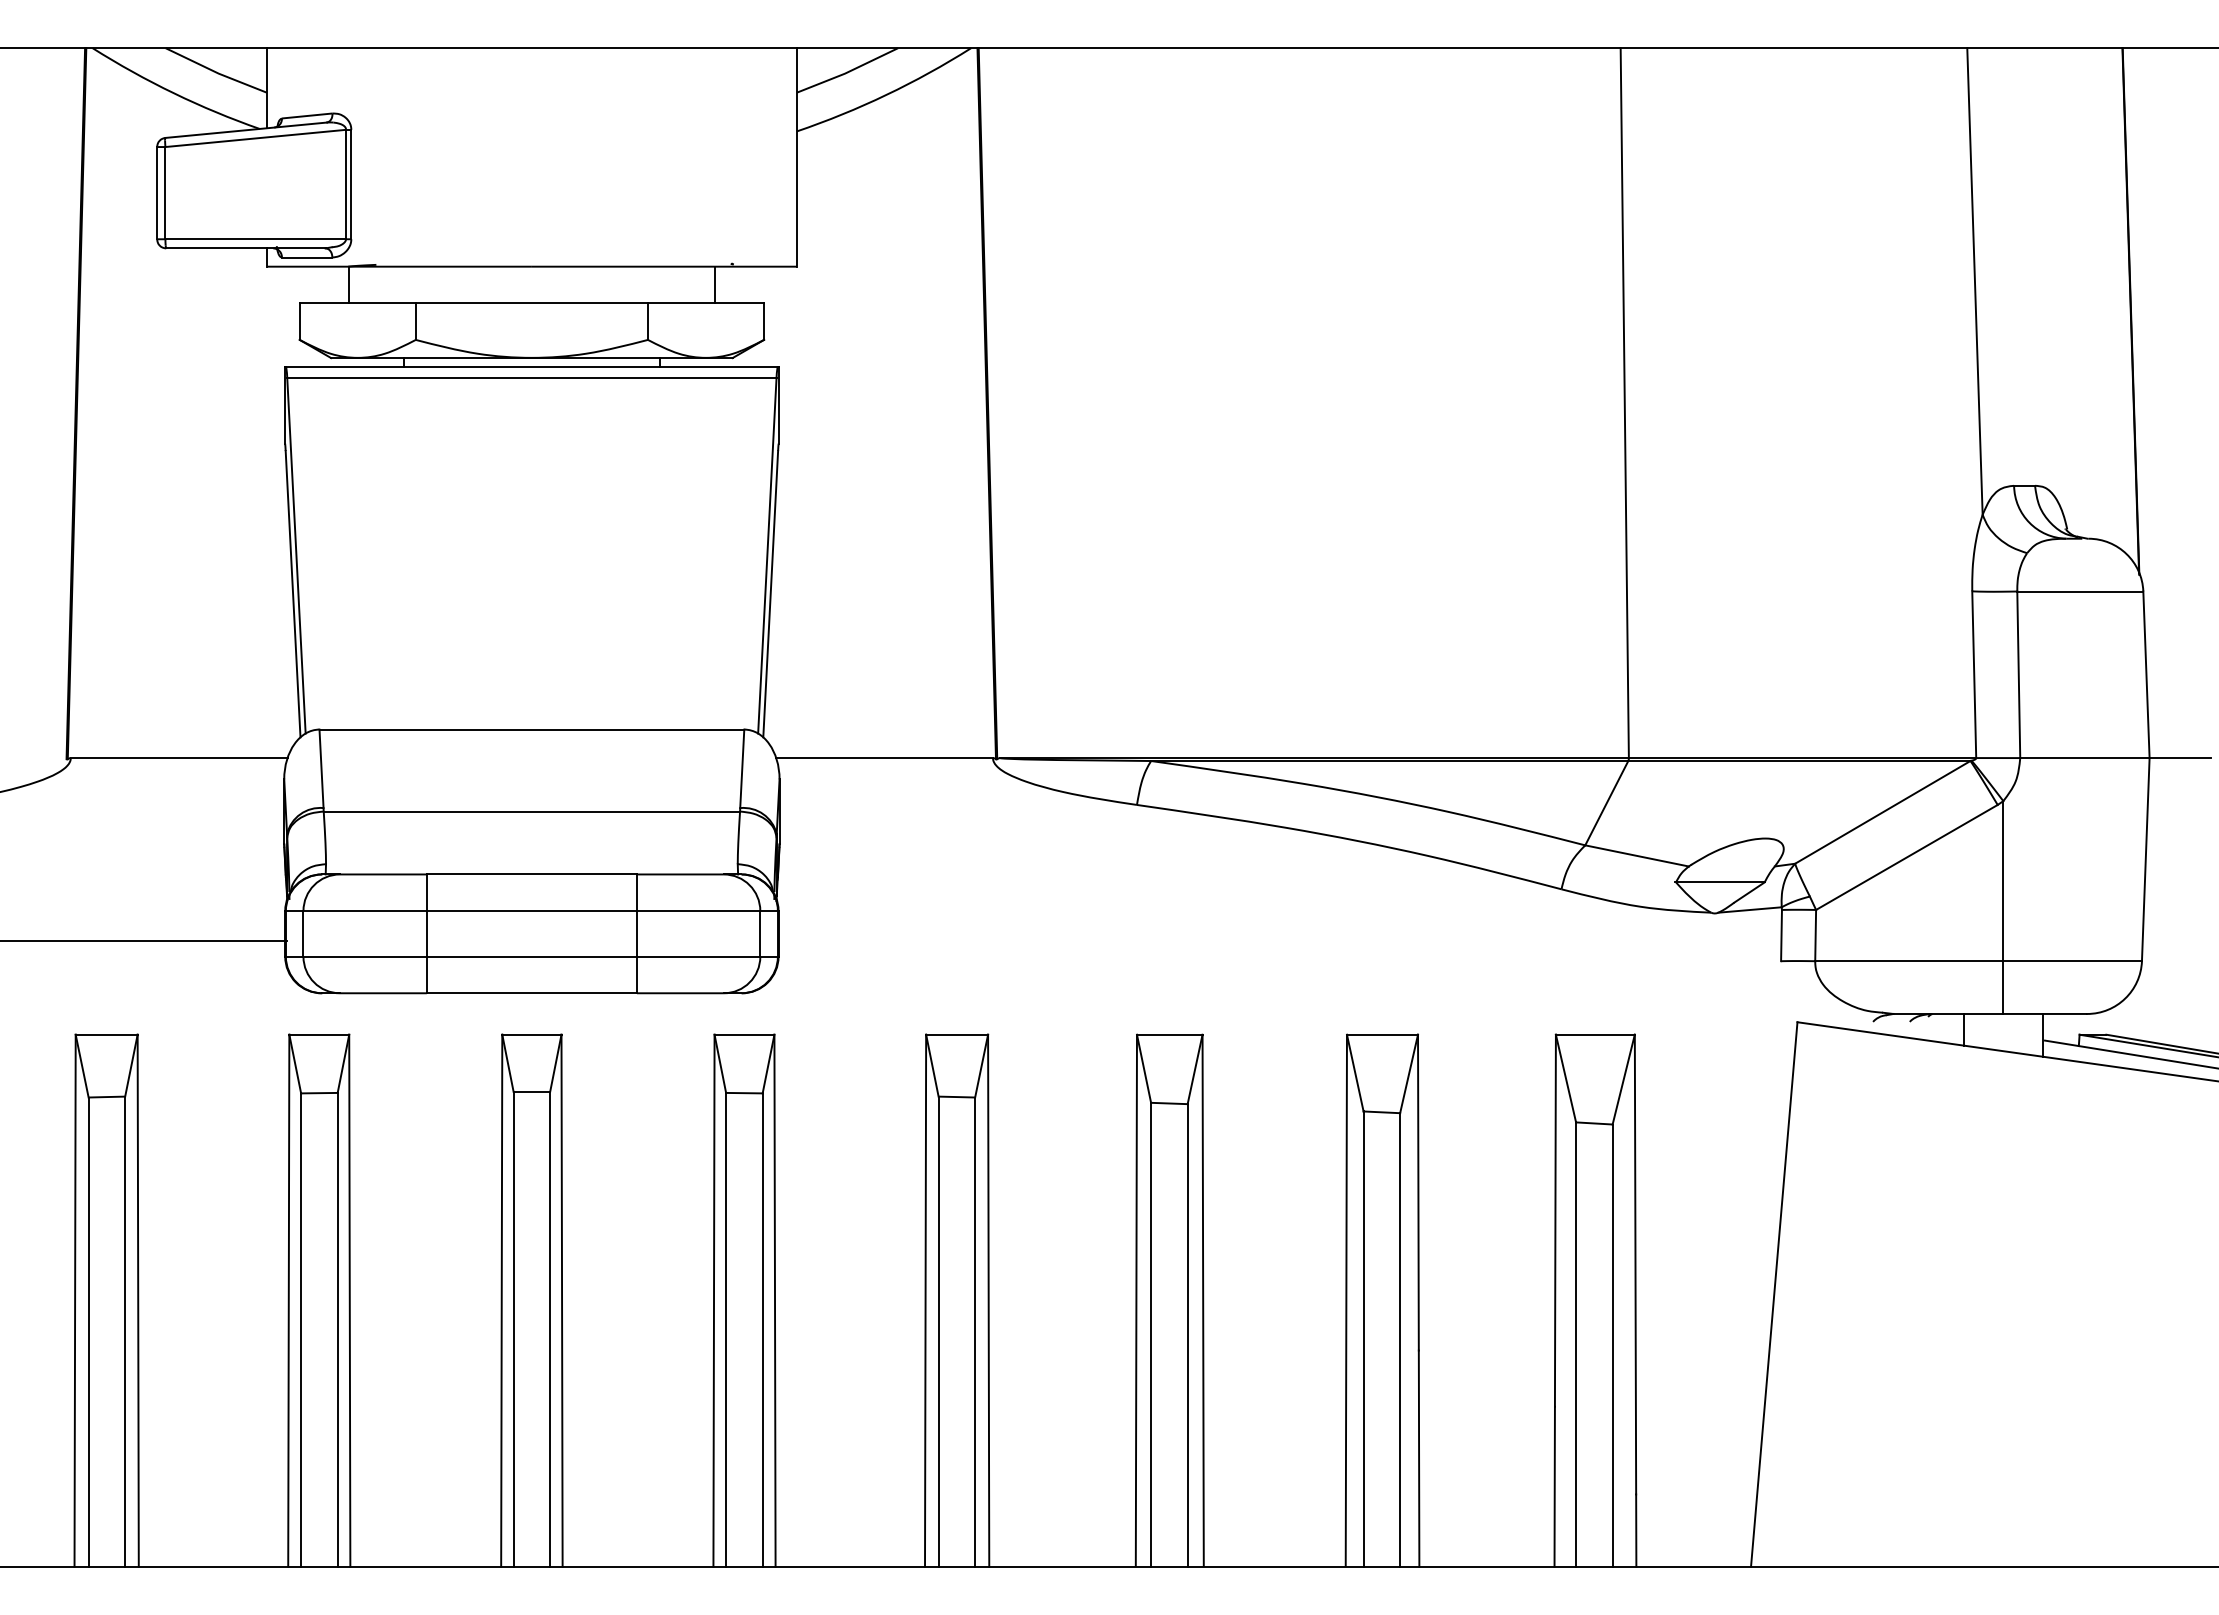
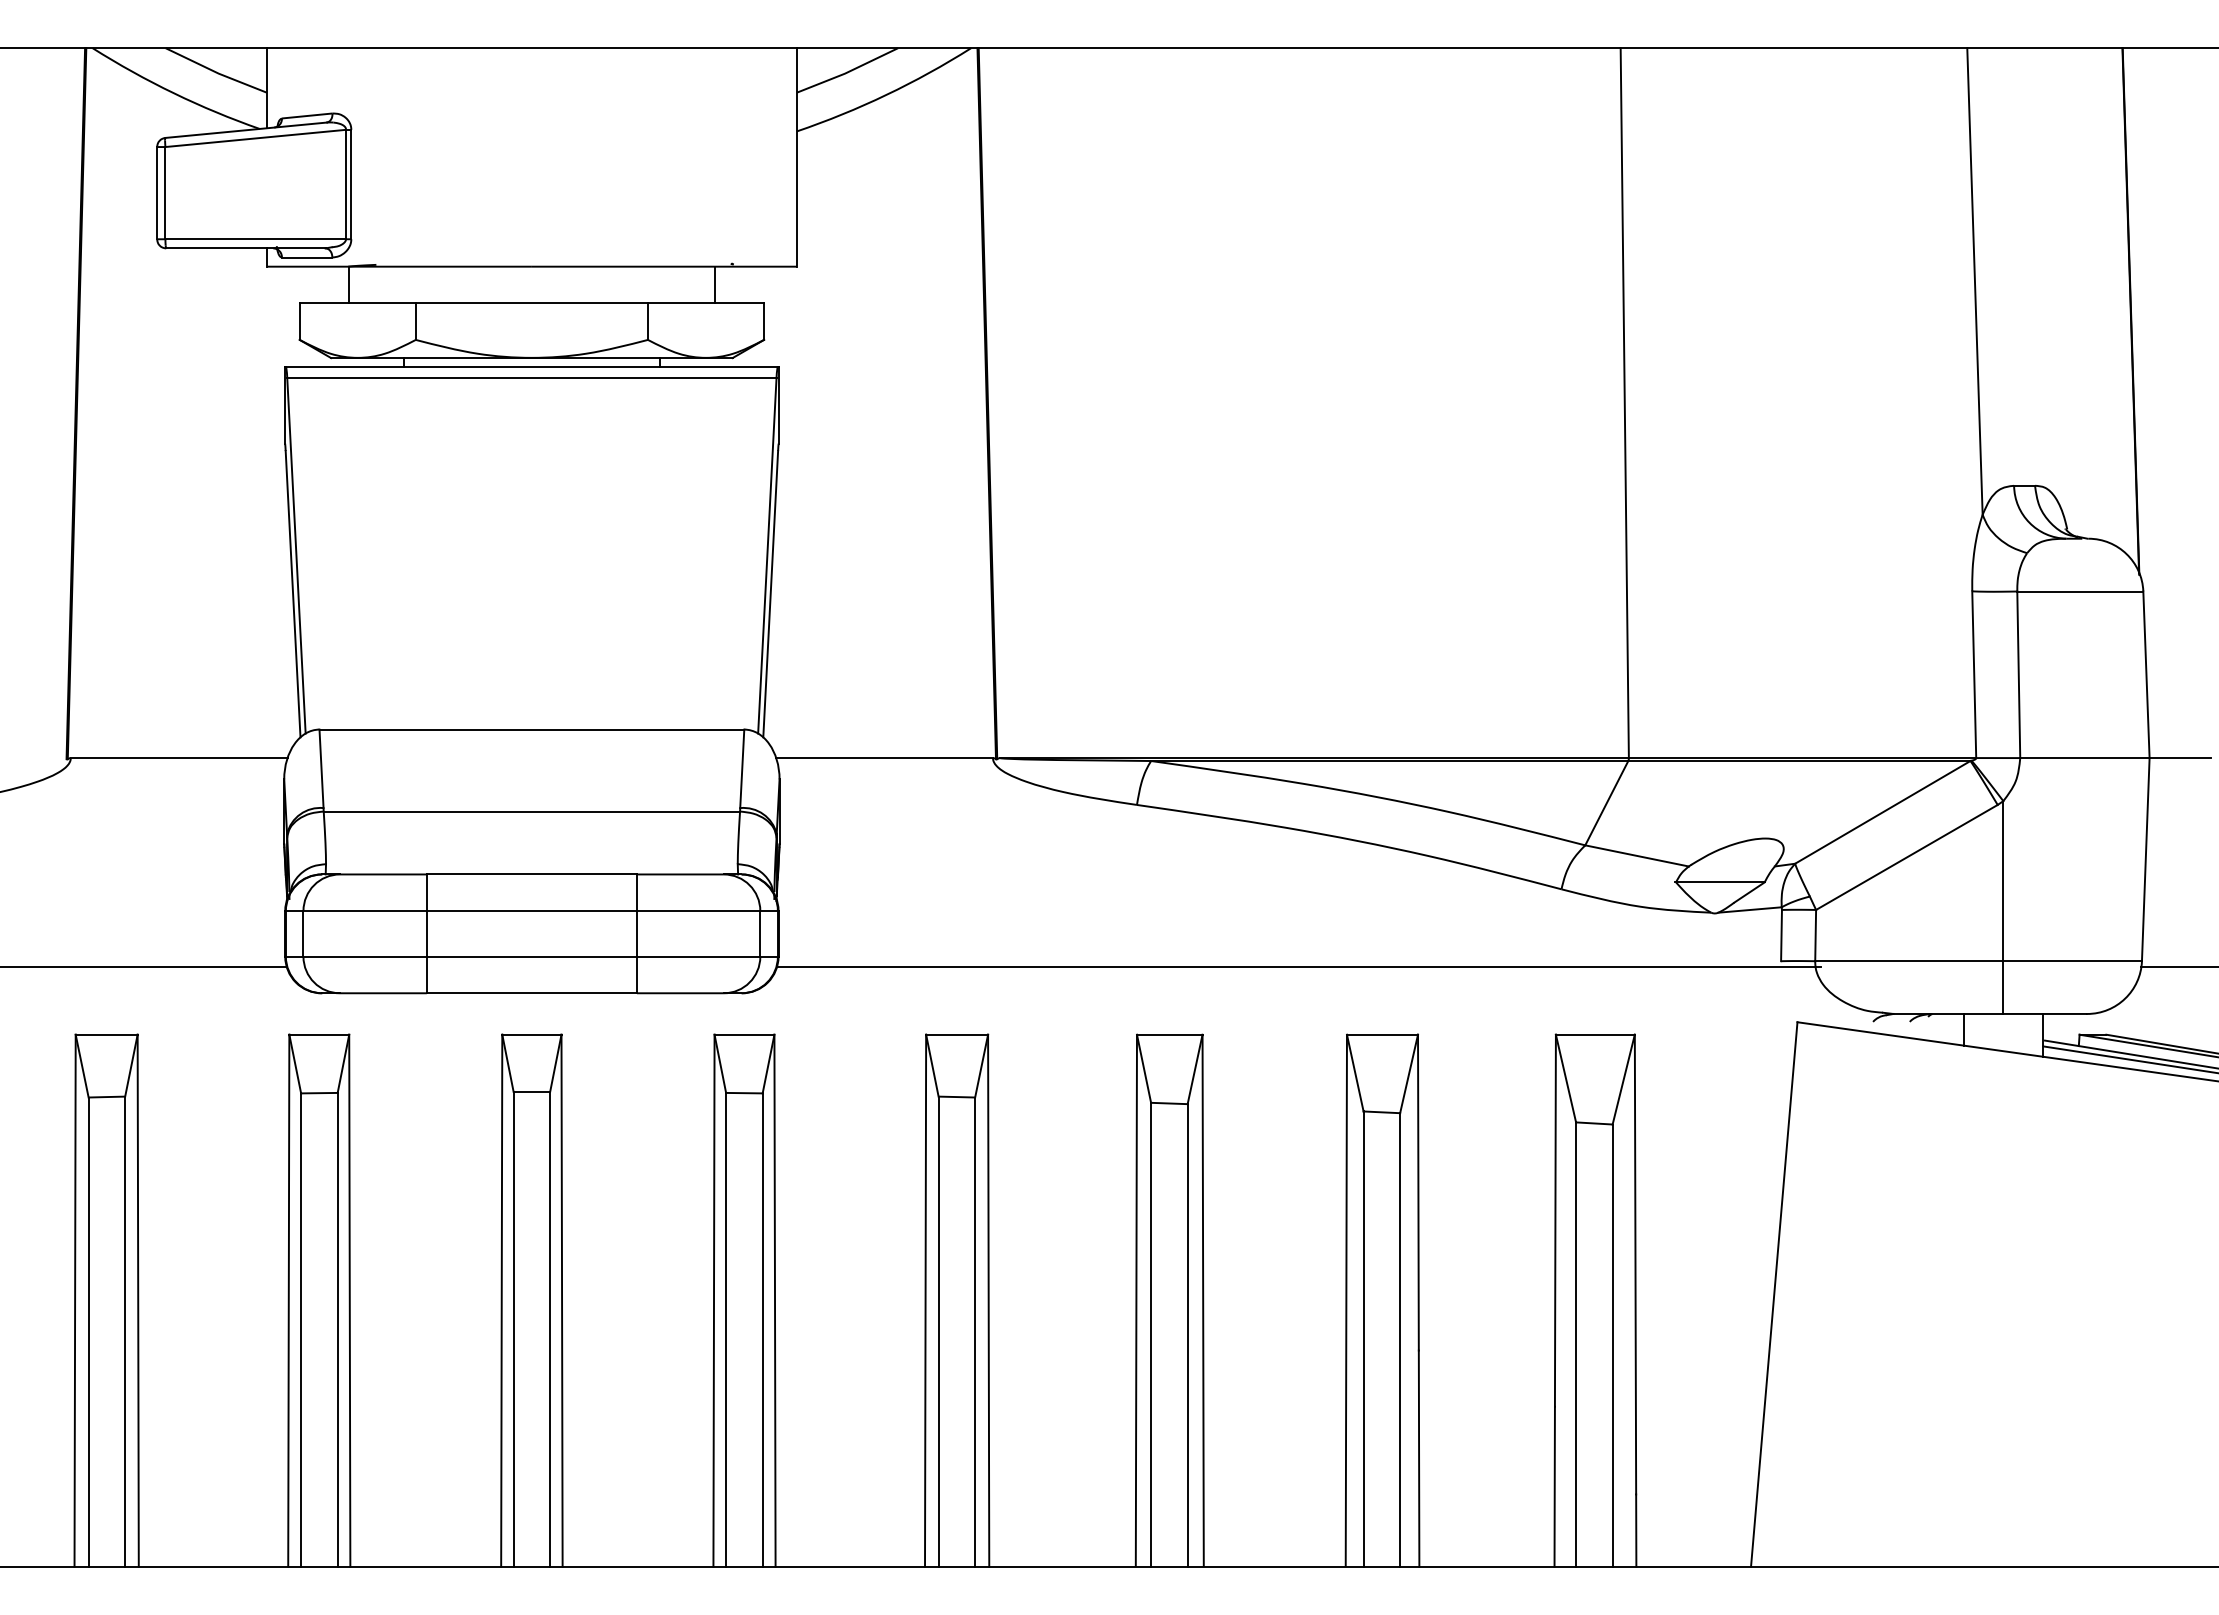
line at (144, 941) position: (144, 941) -> (144, 967)
line at (1298, 967): none -> present
line at (2178, 967): none -> present
line at (2129, 1059): none -> present
